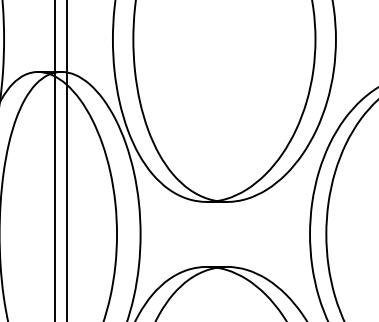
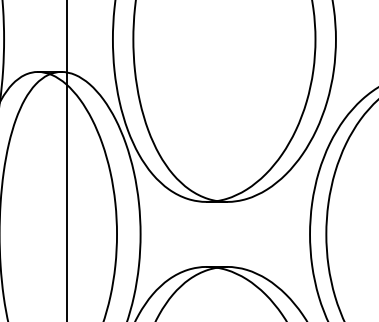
line at (55, 160): present -> none
